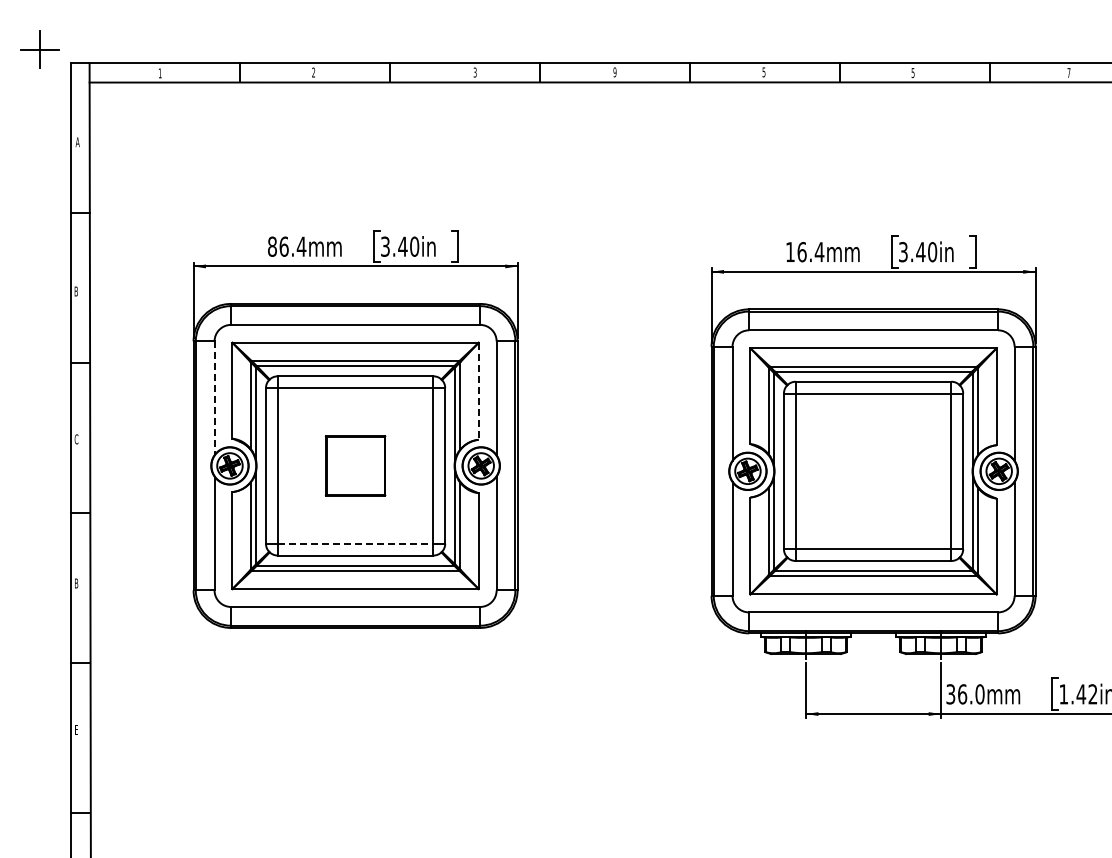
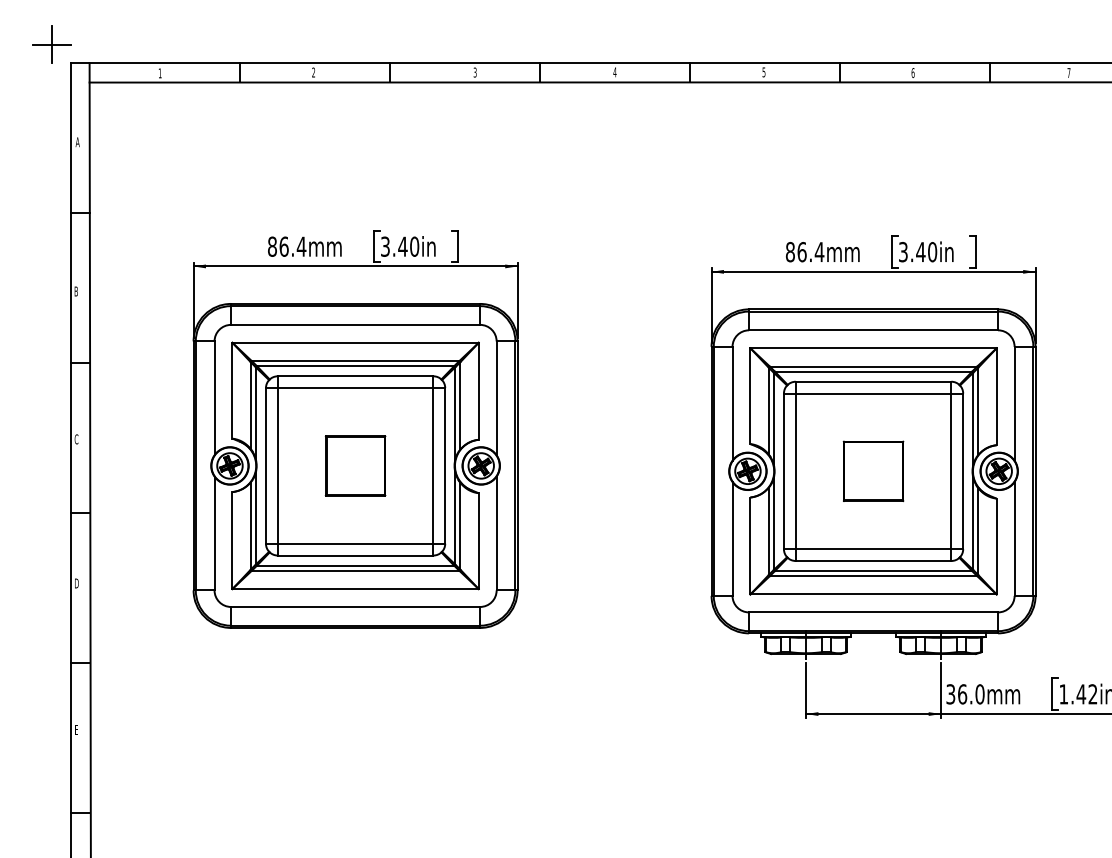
part at (39, 49) position: (39, 49) -> (51, 44)
text at (614, 72): 9 -> 4
text at (912, 73): 5 -> 6
text at (789, 251): 16.4mm -> 86.4mm
line at (478, 391): dashed -> solid
line at (214, 398): dashed -> solid
part at (873, 470): none -> present
line at (355, 543): dashed -> solid
text at (76, 583): B -> D
